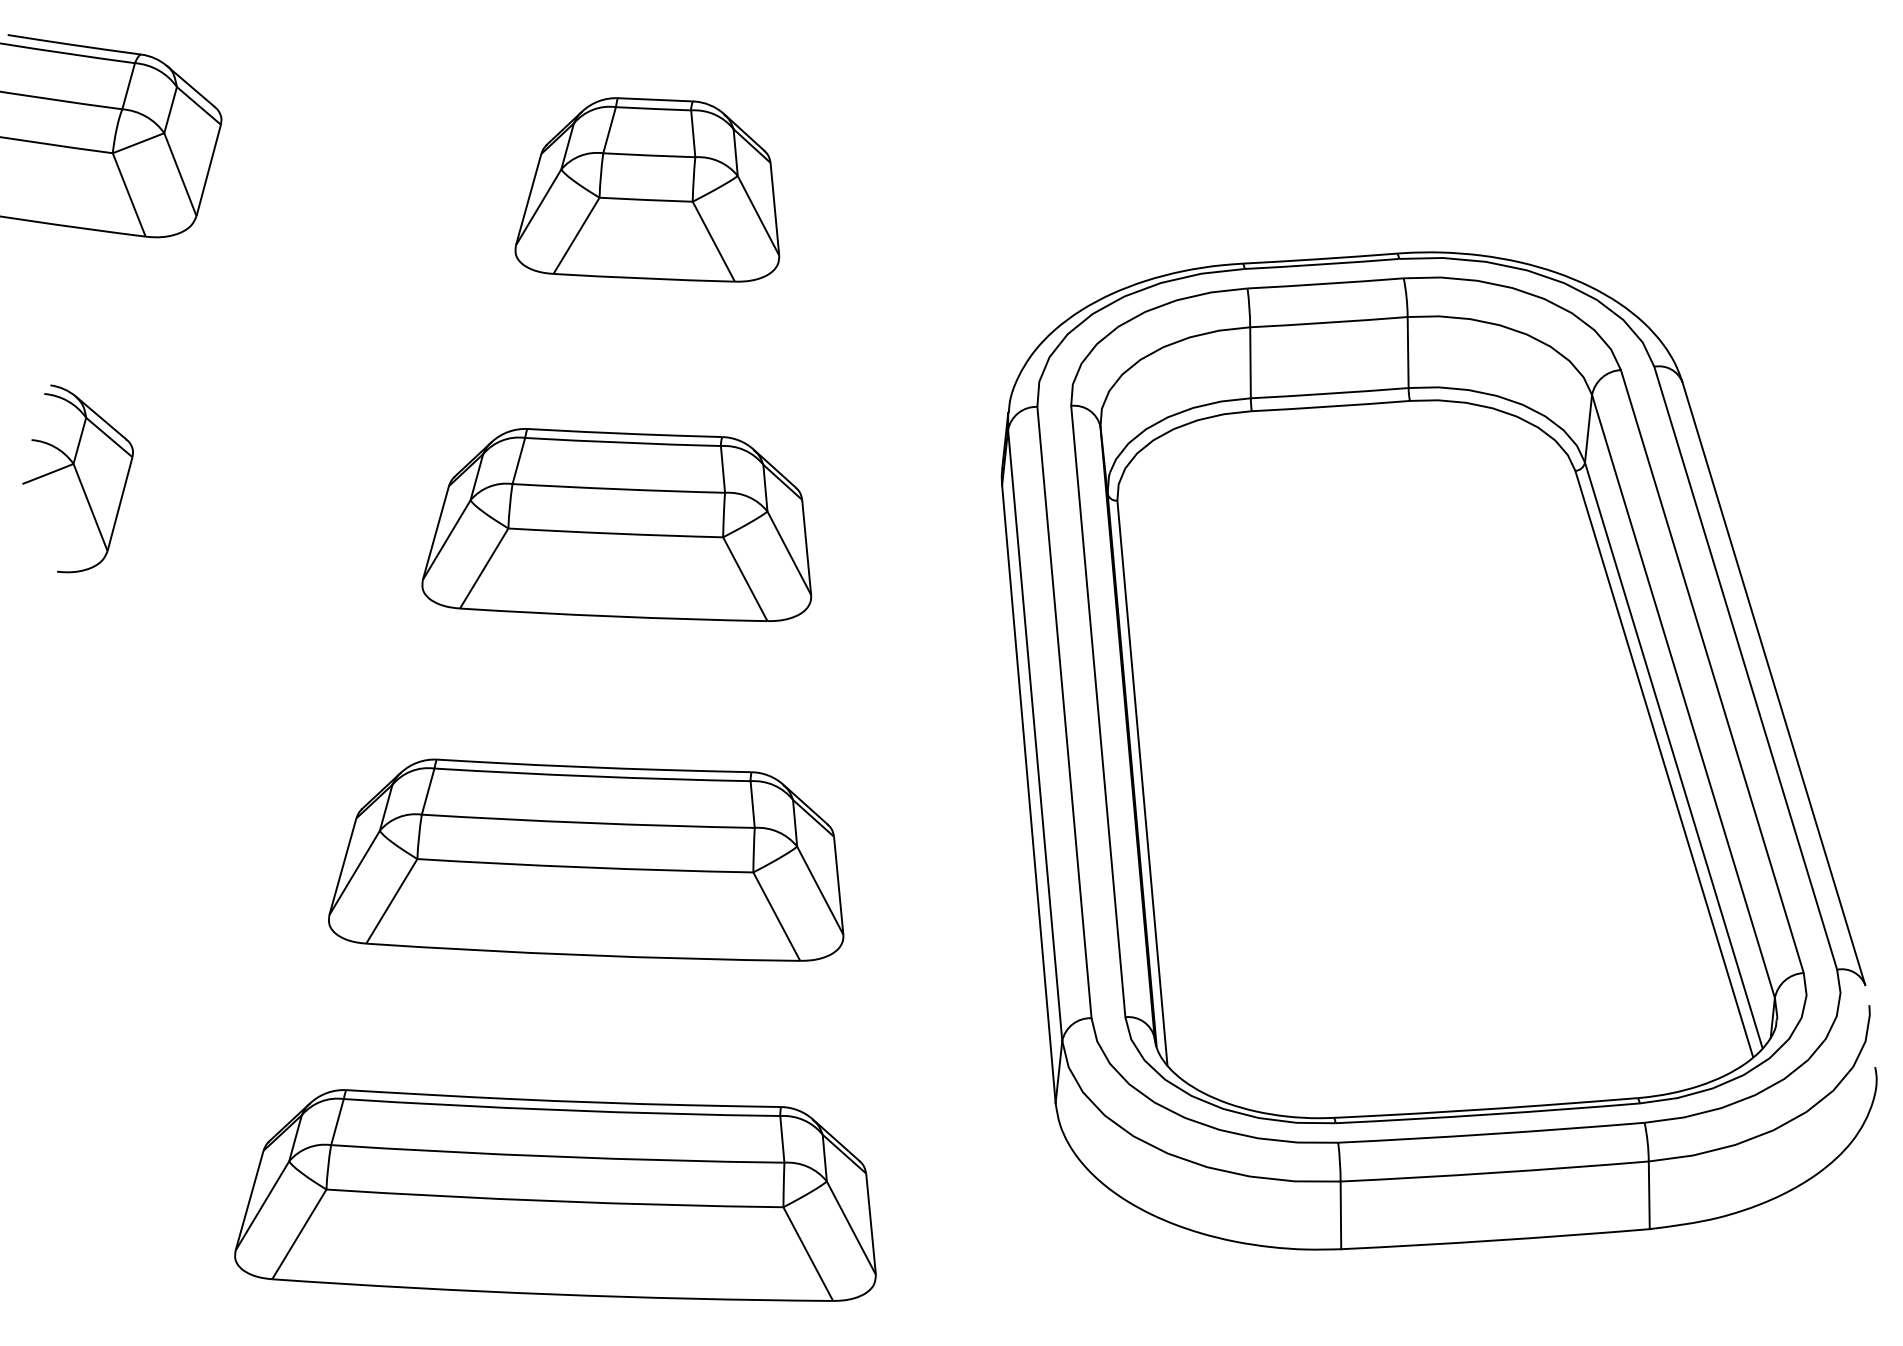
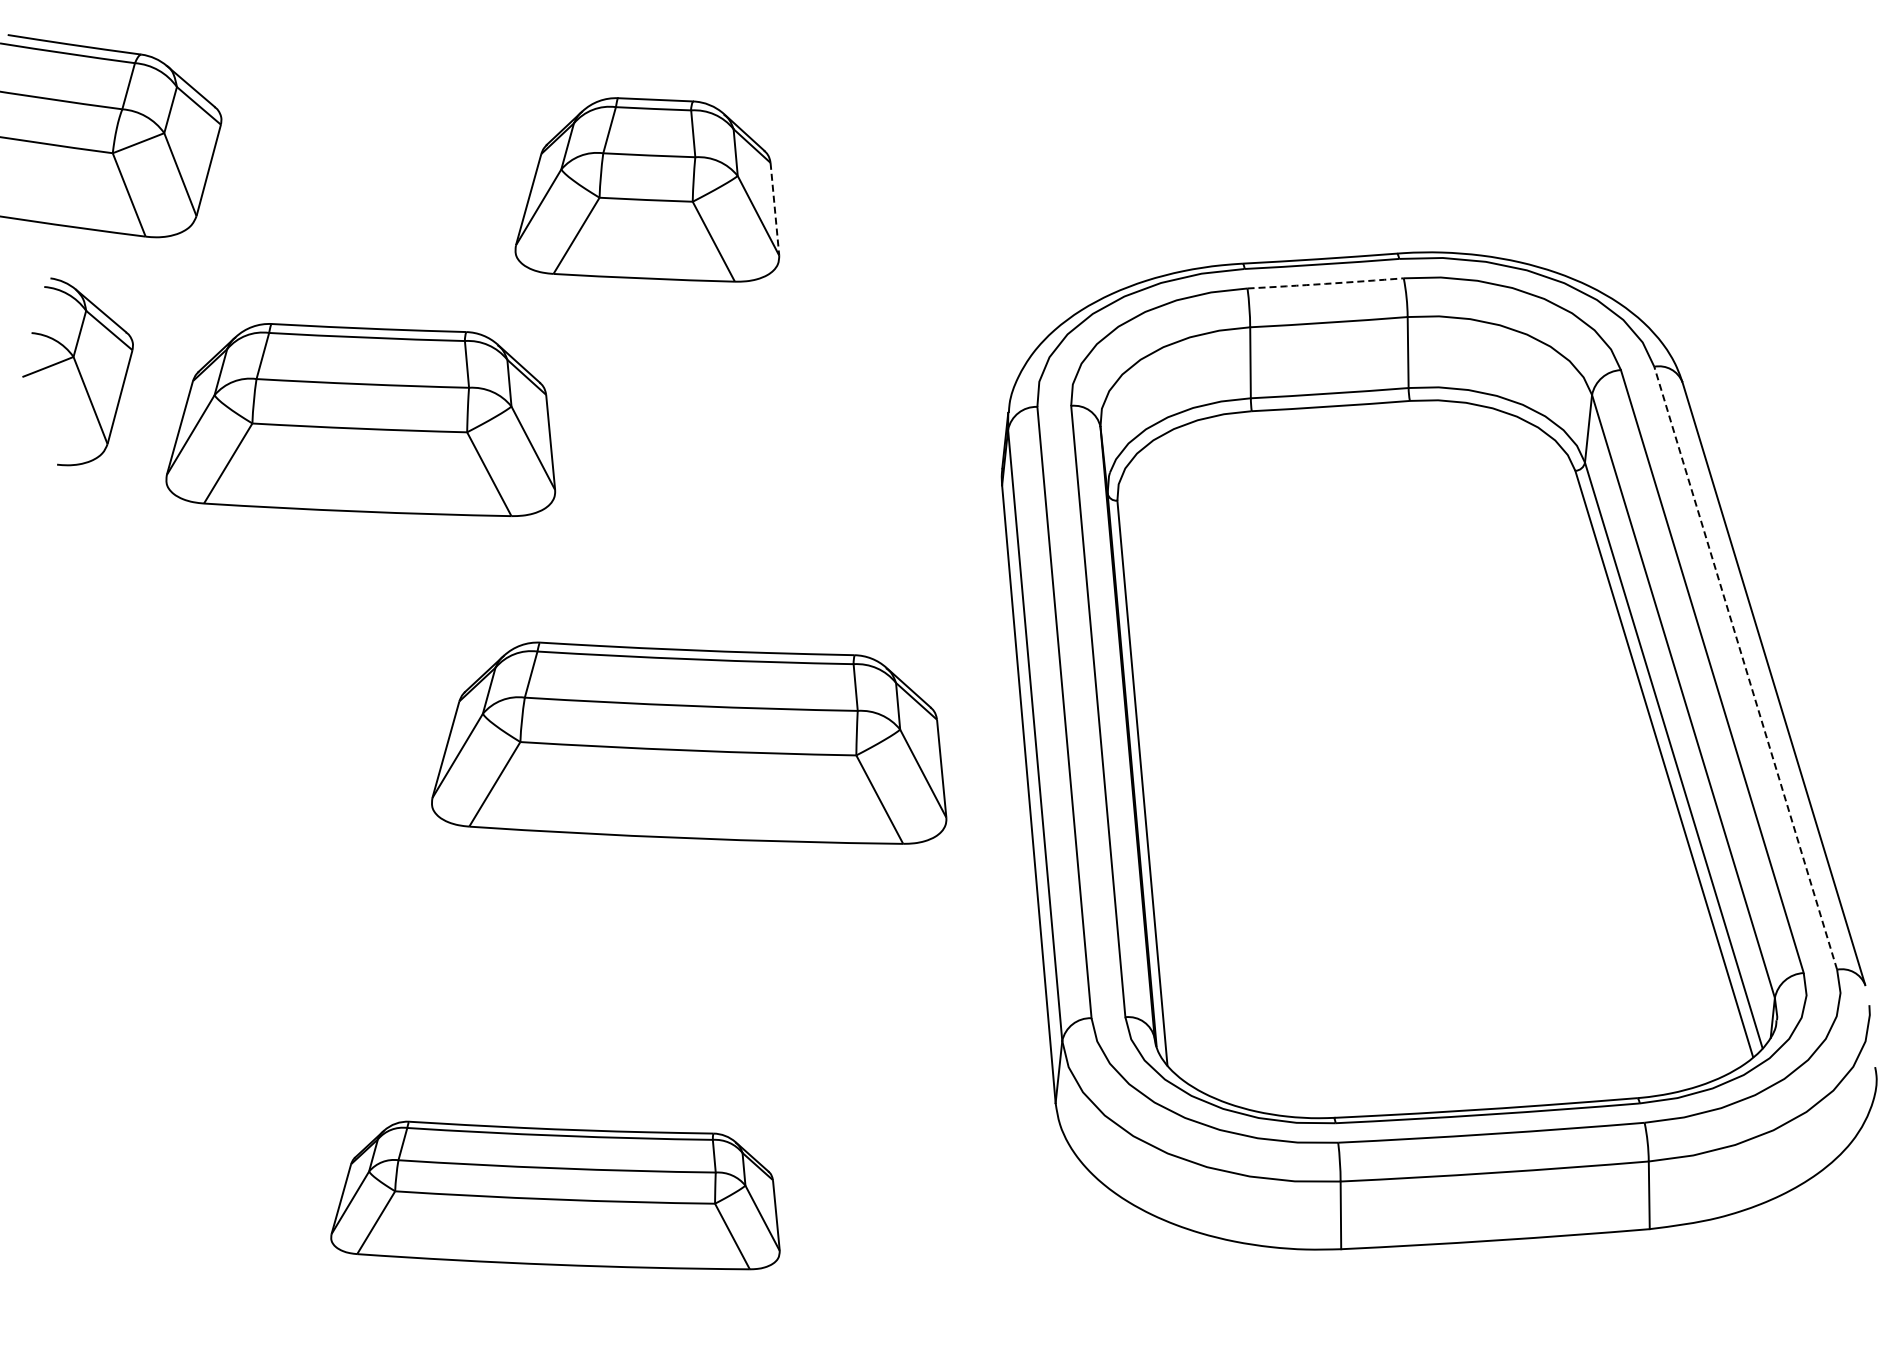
line at (774, 209): solid -> dashed
arc at (1325, 283): solid -> dashed
part at (77, 478) position: (77, 478) -> (77, 371)
part at (616, 524) position: (616, 524) -> (360, 419)
line at (1745, 667): solid -> dashed
part at (586, 859) position: (586, 859) -> (689, 742)
part at (555, 1195) size: 643x213 px -> 451x151 px
